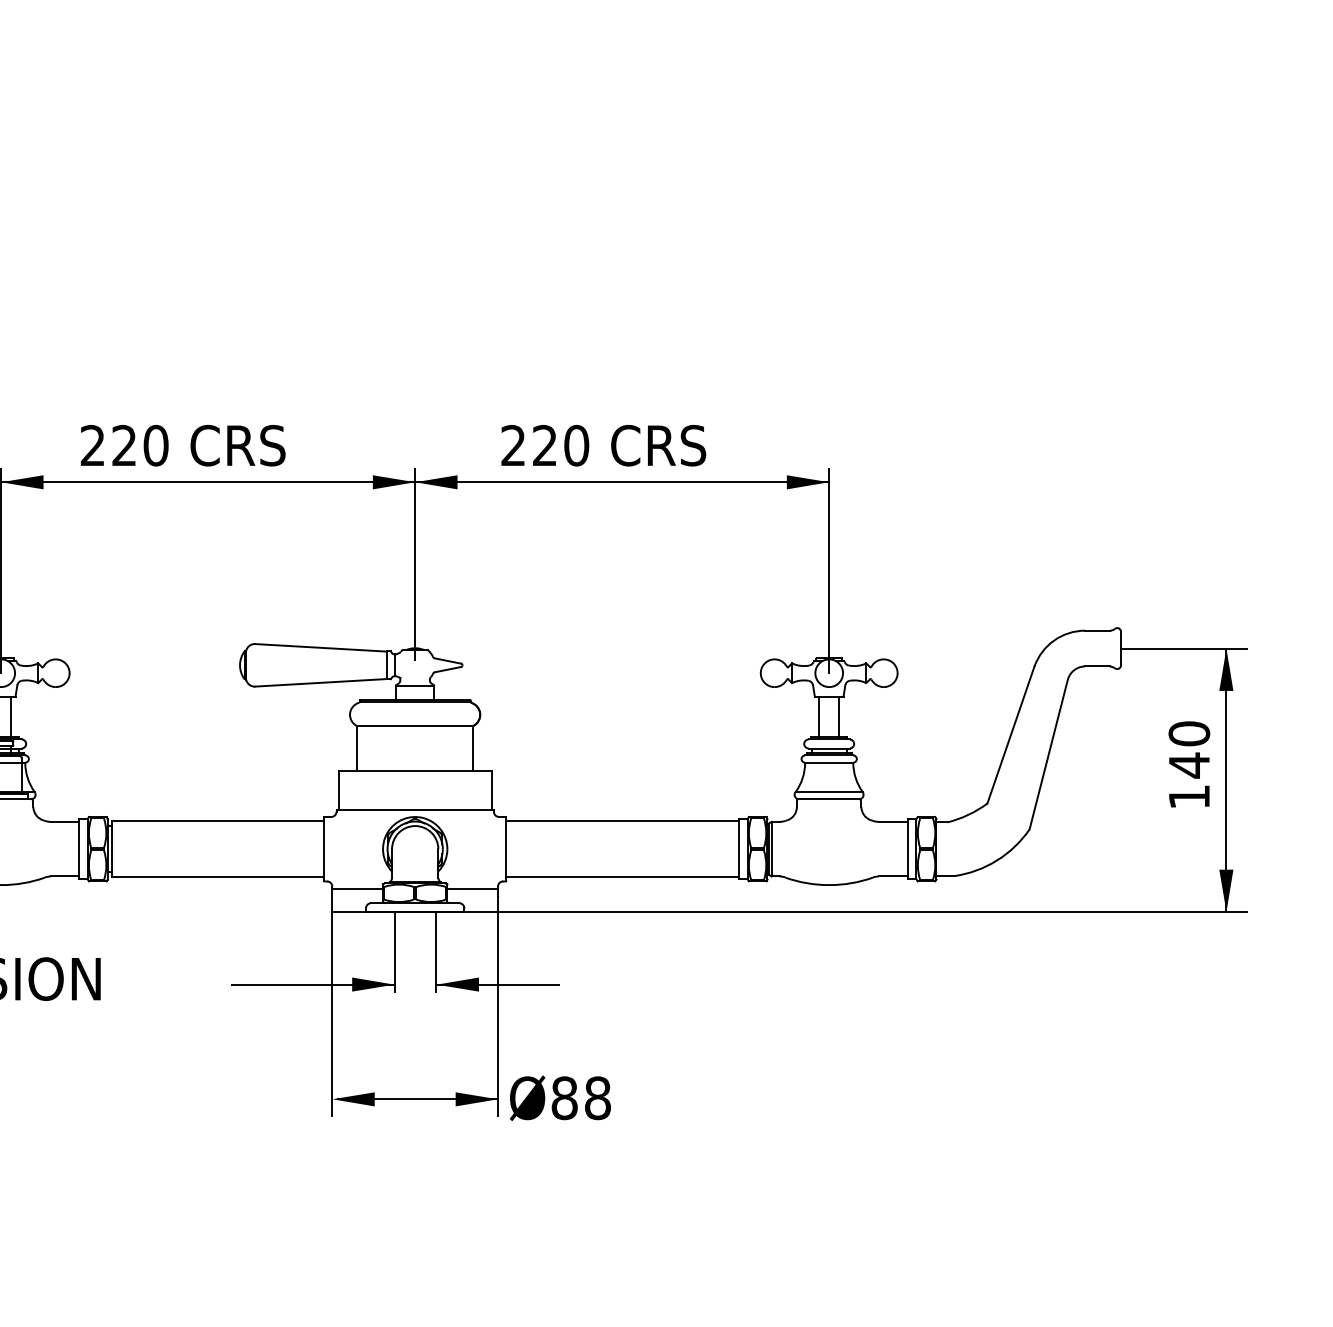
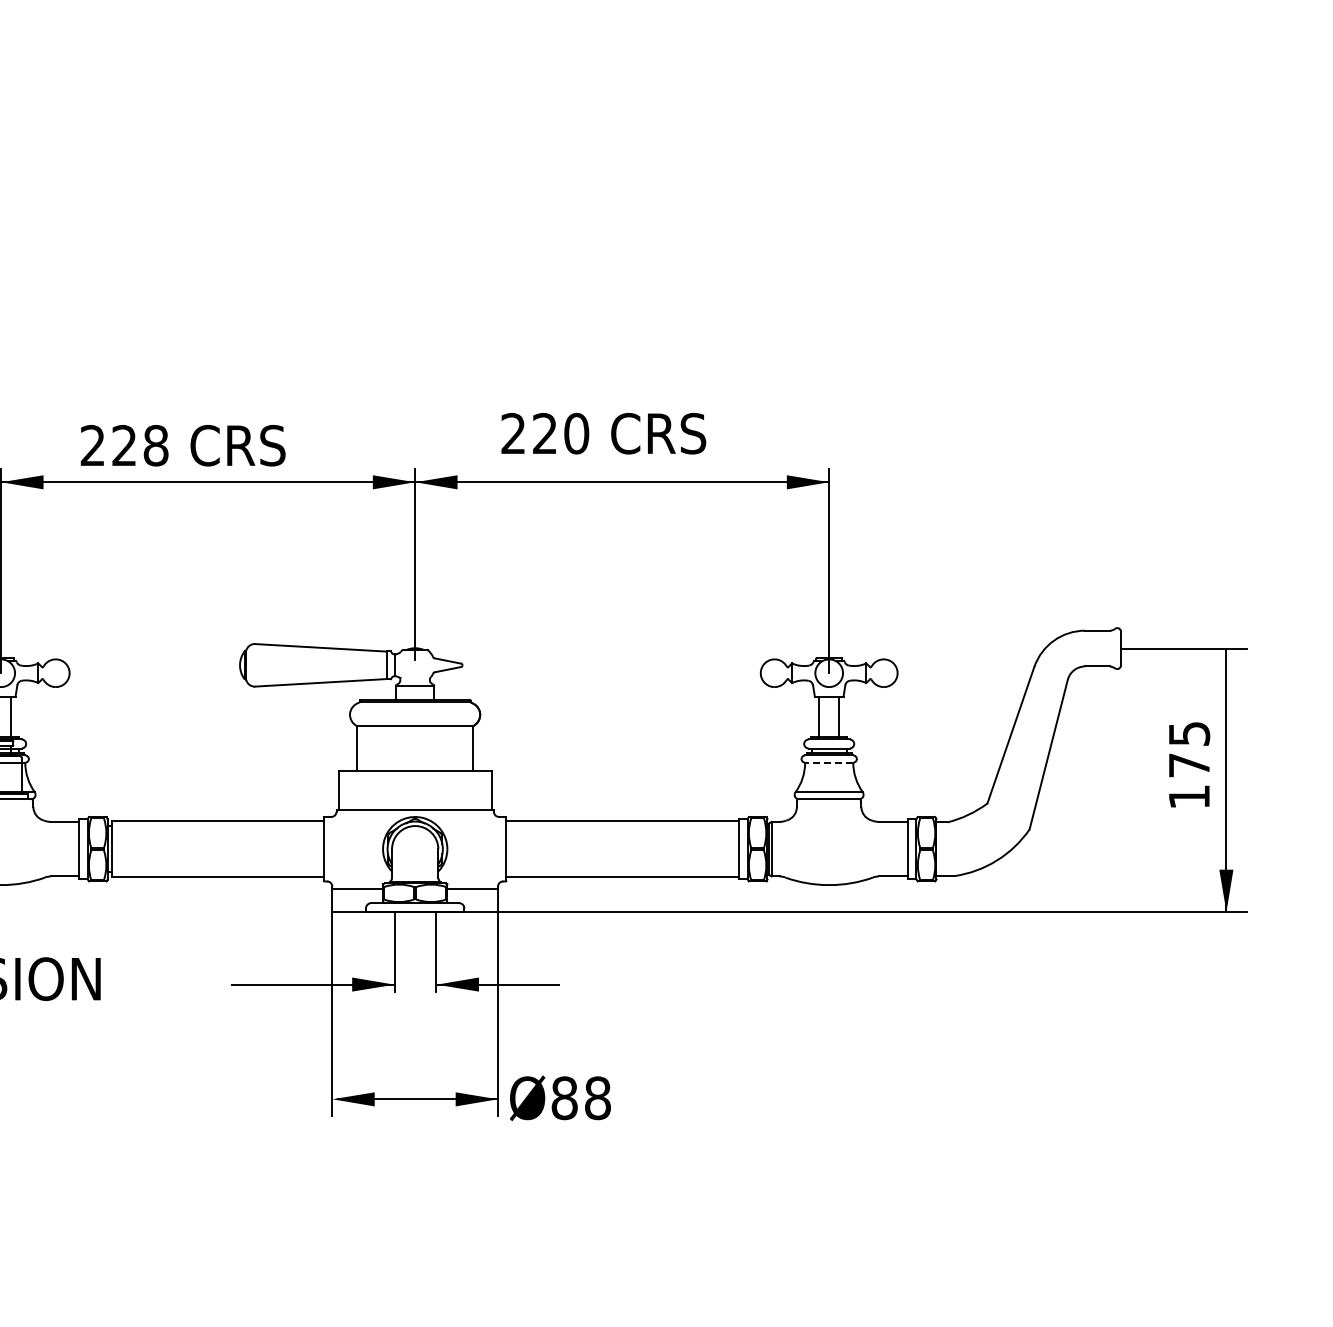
text at (155, 445): 220 -> 228
text at (603, 445) position: (603, 445) -> (603, 433)
fill at (1226, 669): present -> none
text at (1189, 749): 140 -> 175
line at (828, 762): solid -> dashed
